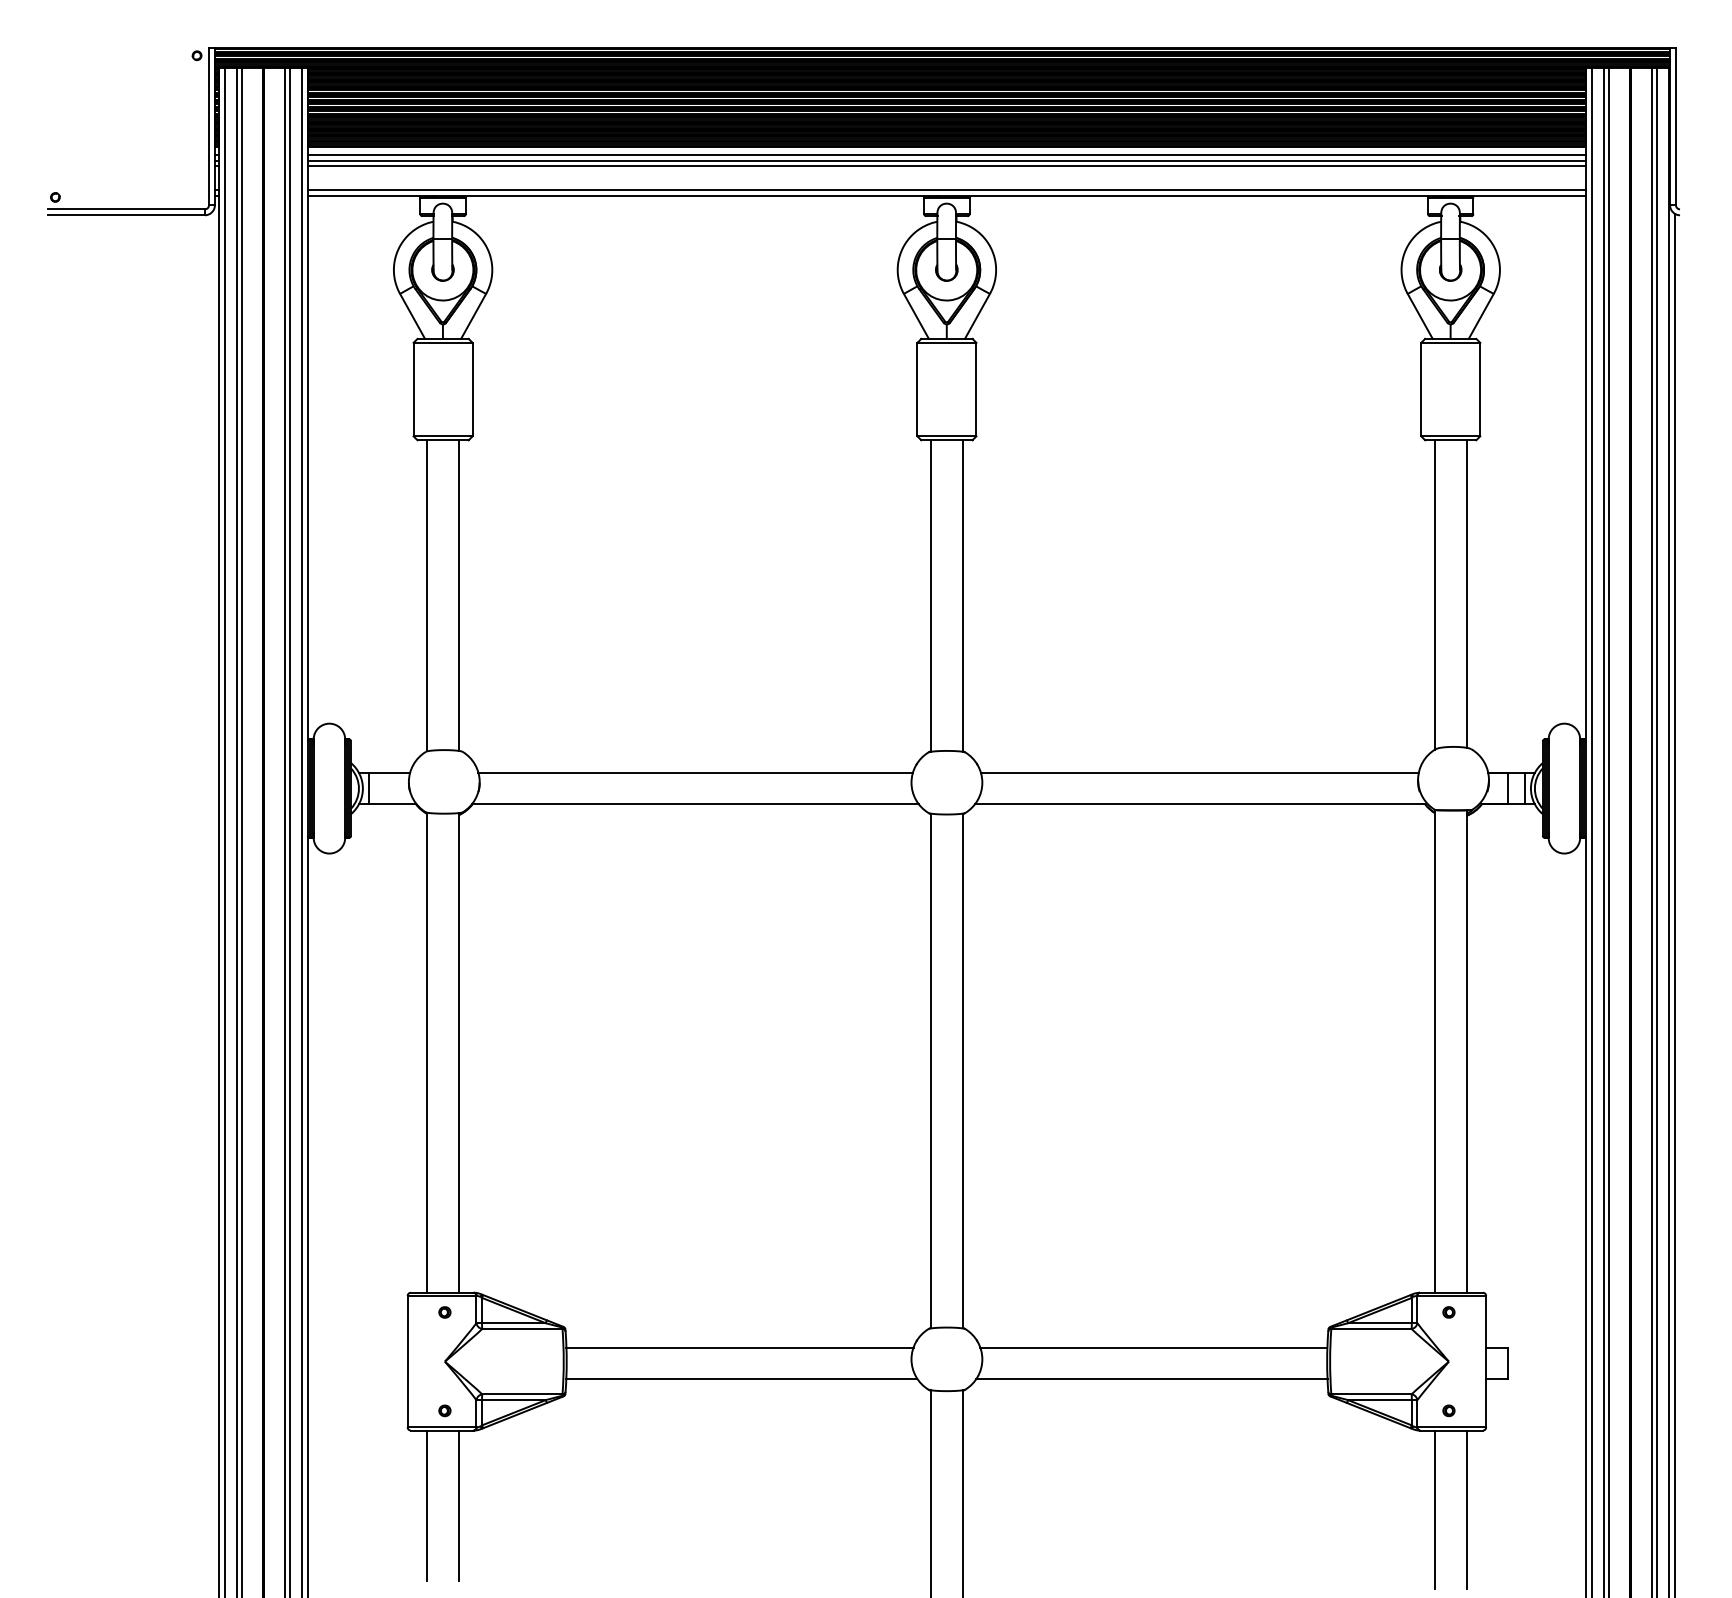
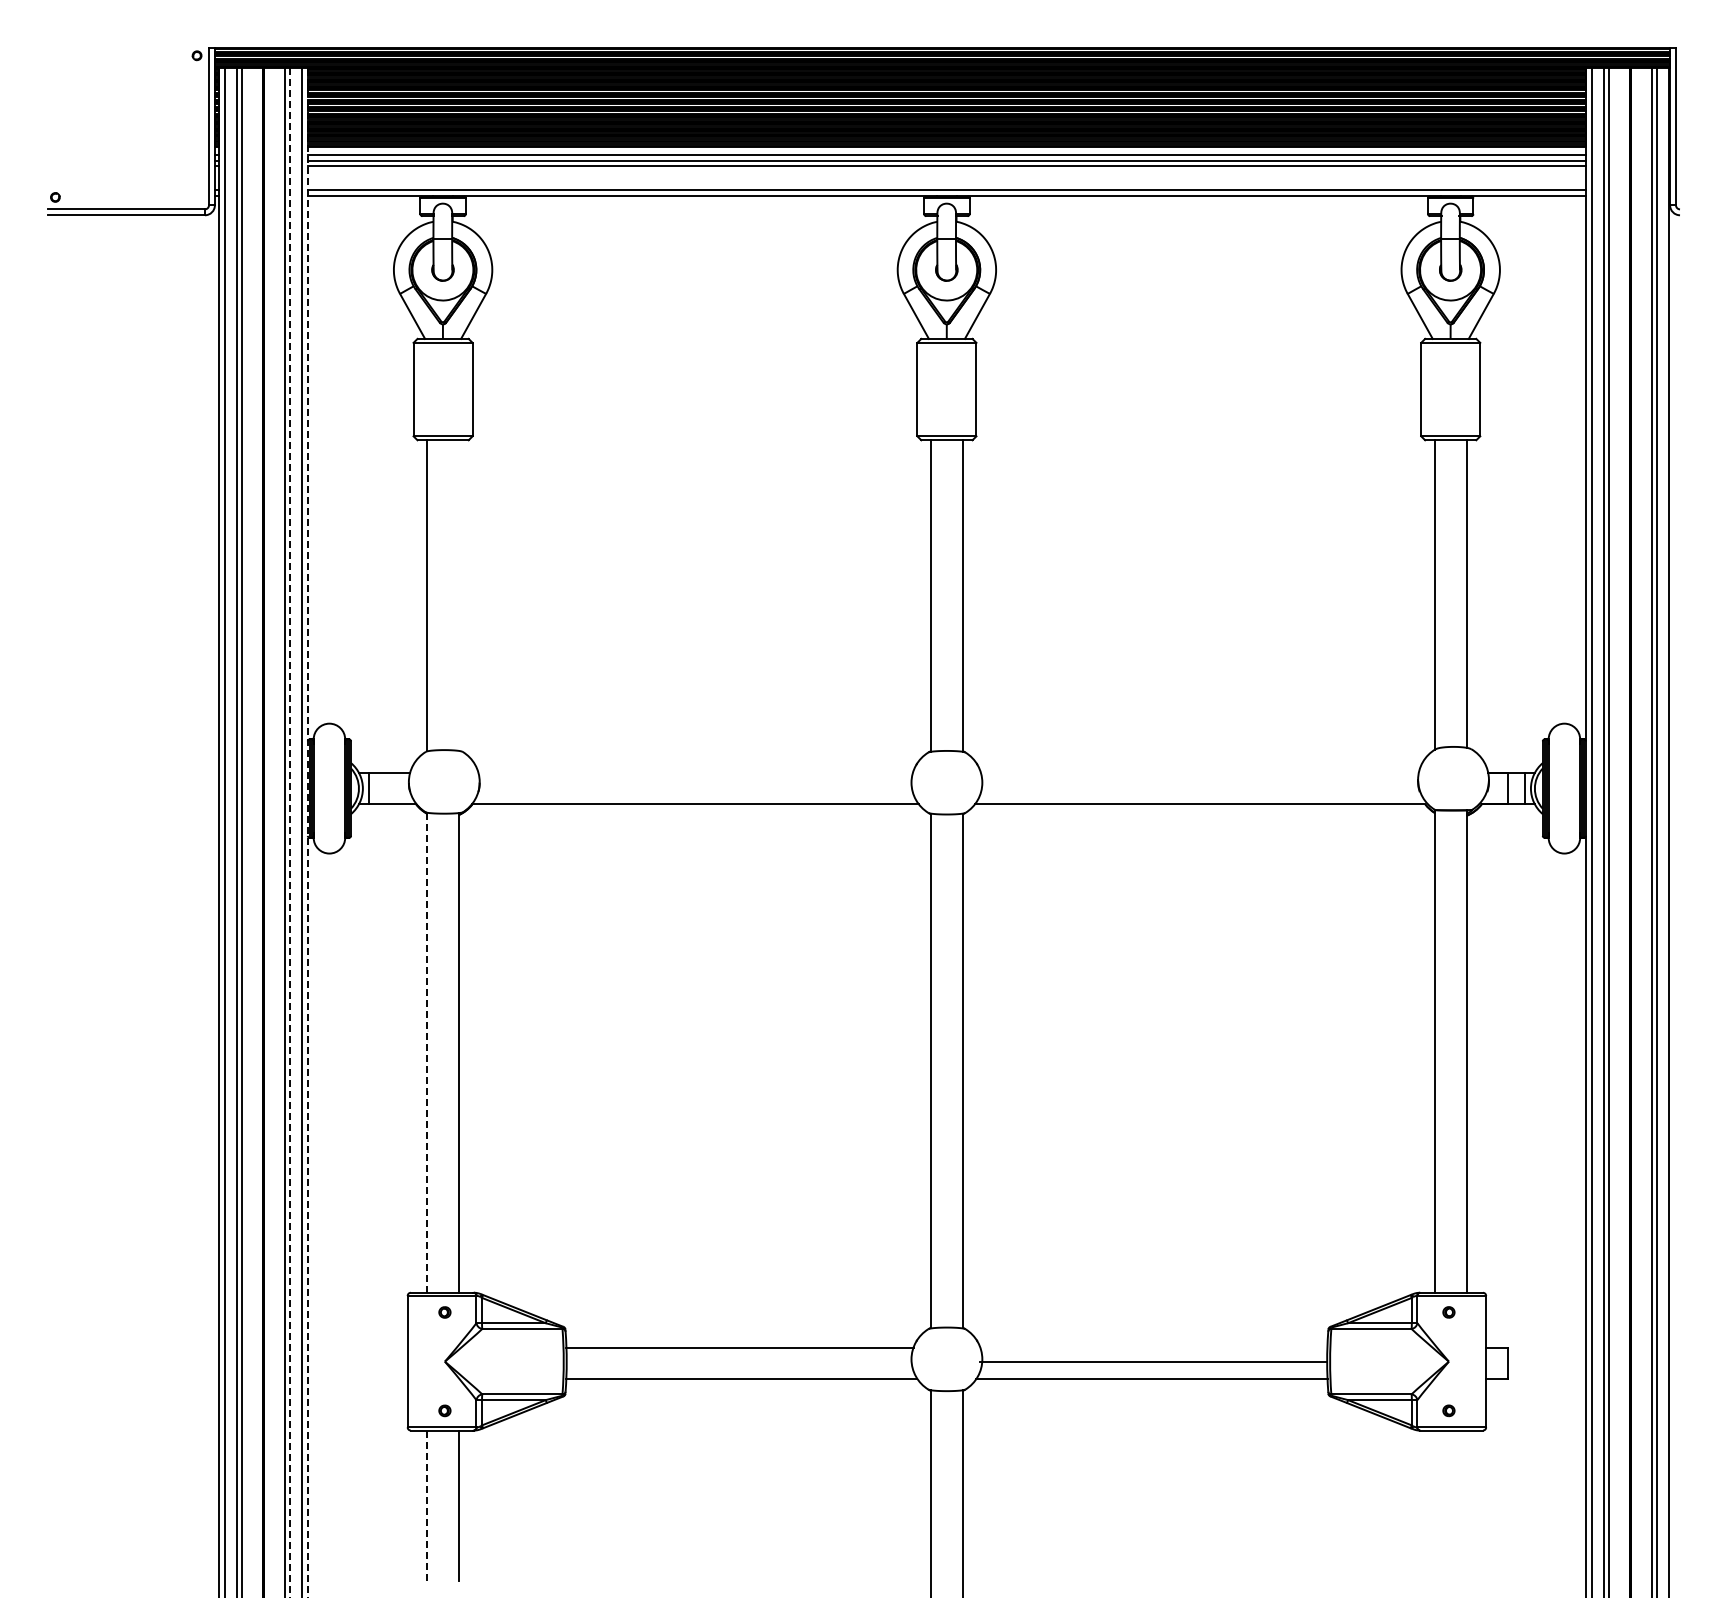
line at (458, 595): present -> none
line at (695, 772): present -> none
line at (1199, 772): present -> none
line at (290, 832): solid -> dashed
line at (307, 832): solid -> dashed
line at (1674, 903): present -> none
line at (427, 1053): solid -> dashed
line at (1153, 1347) position: (1153, 1347) -> (1153, 1361)
line at (427, 1506): solid -> dashed
line at (1435, 1509): present -> none
line at (1466, 1509): present -> none
